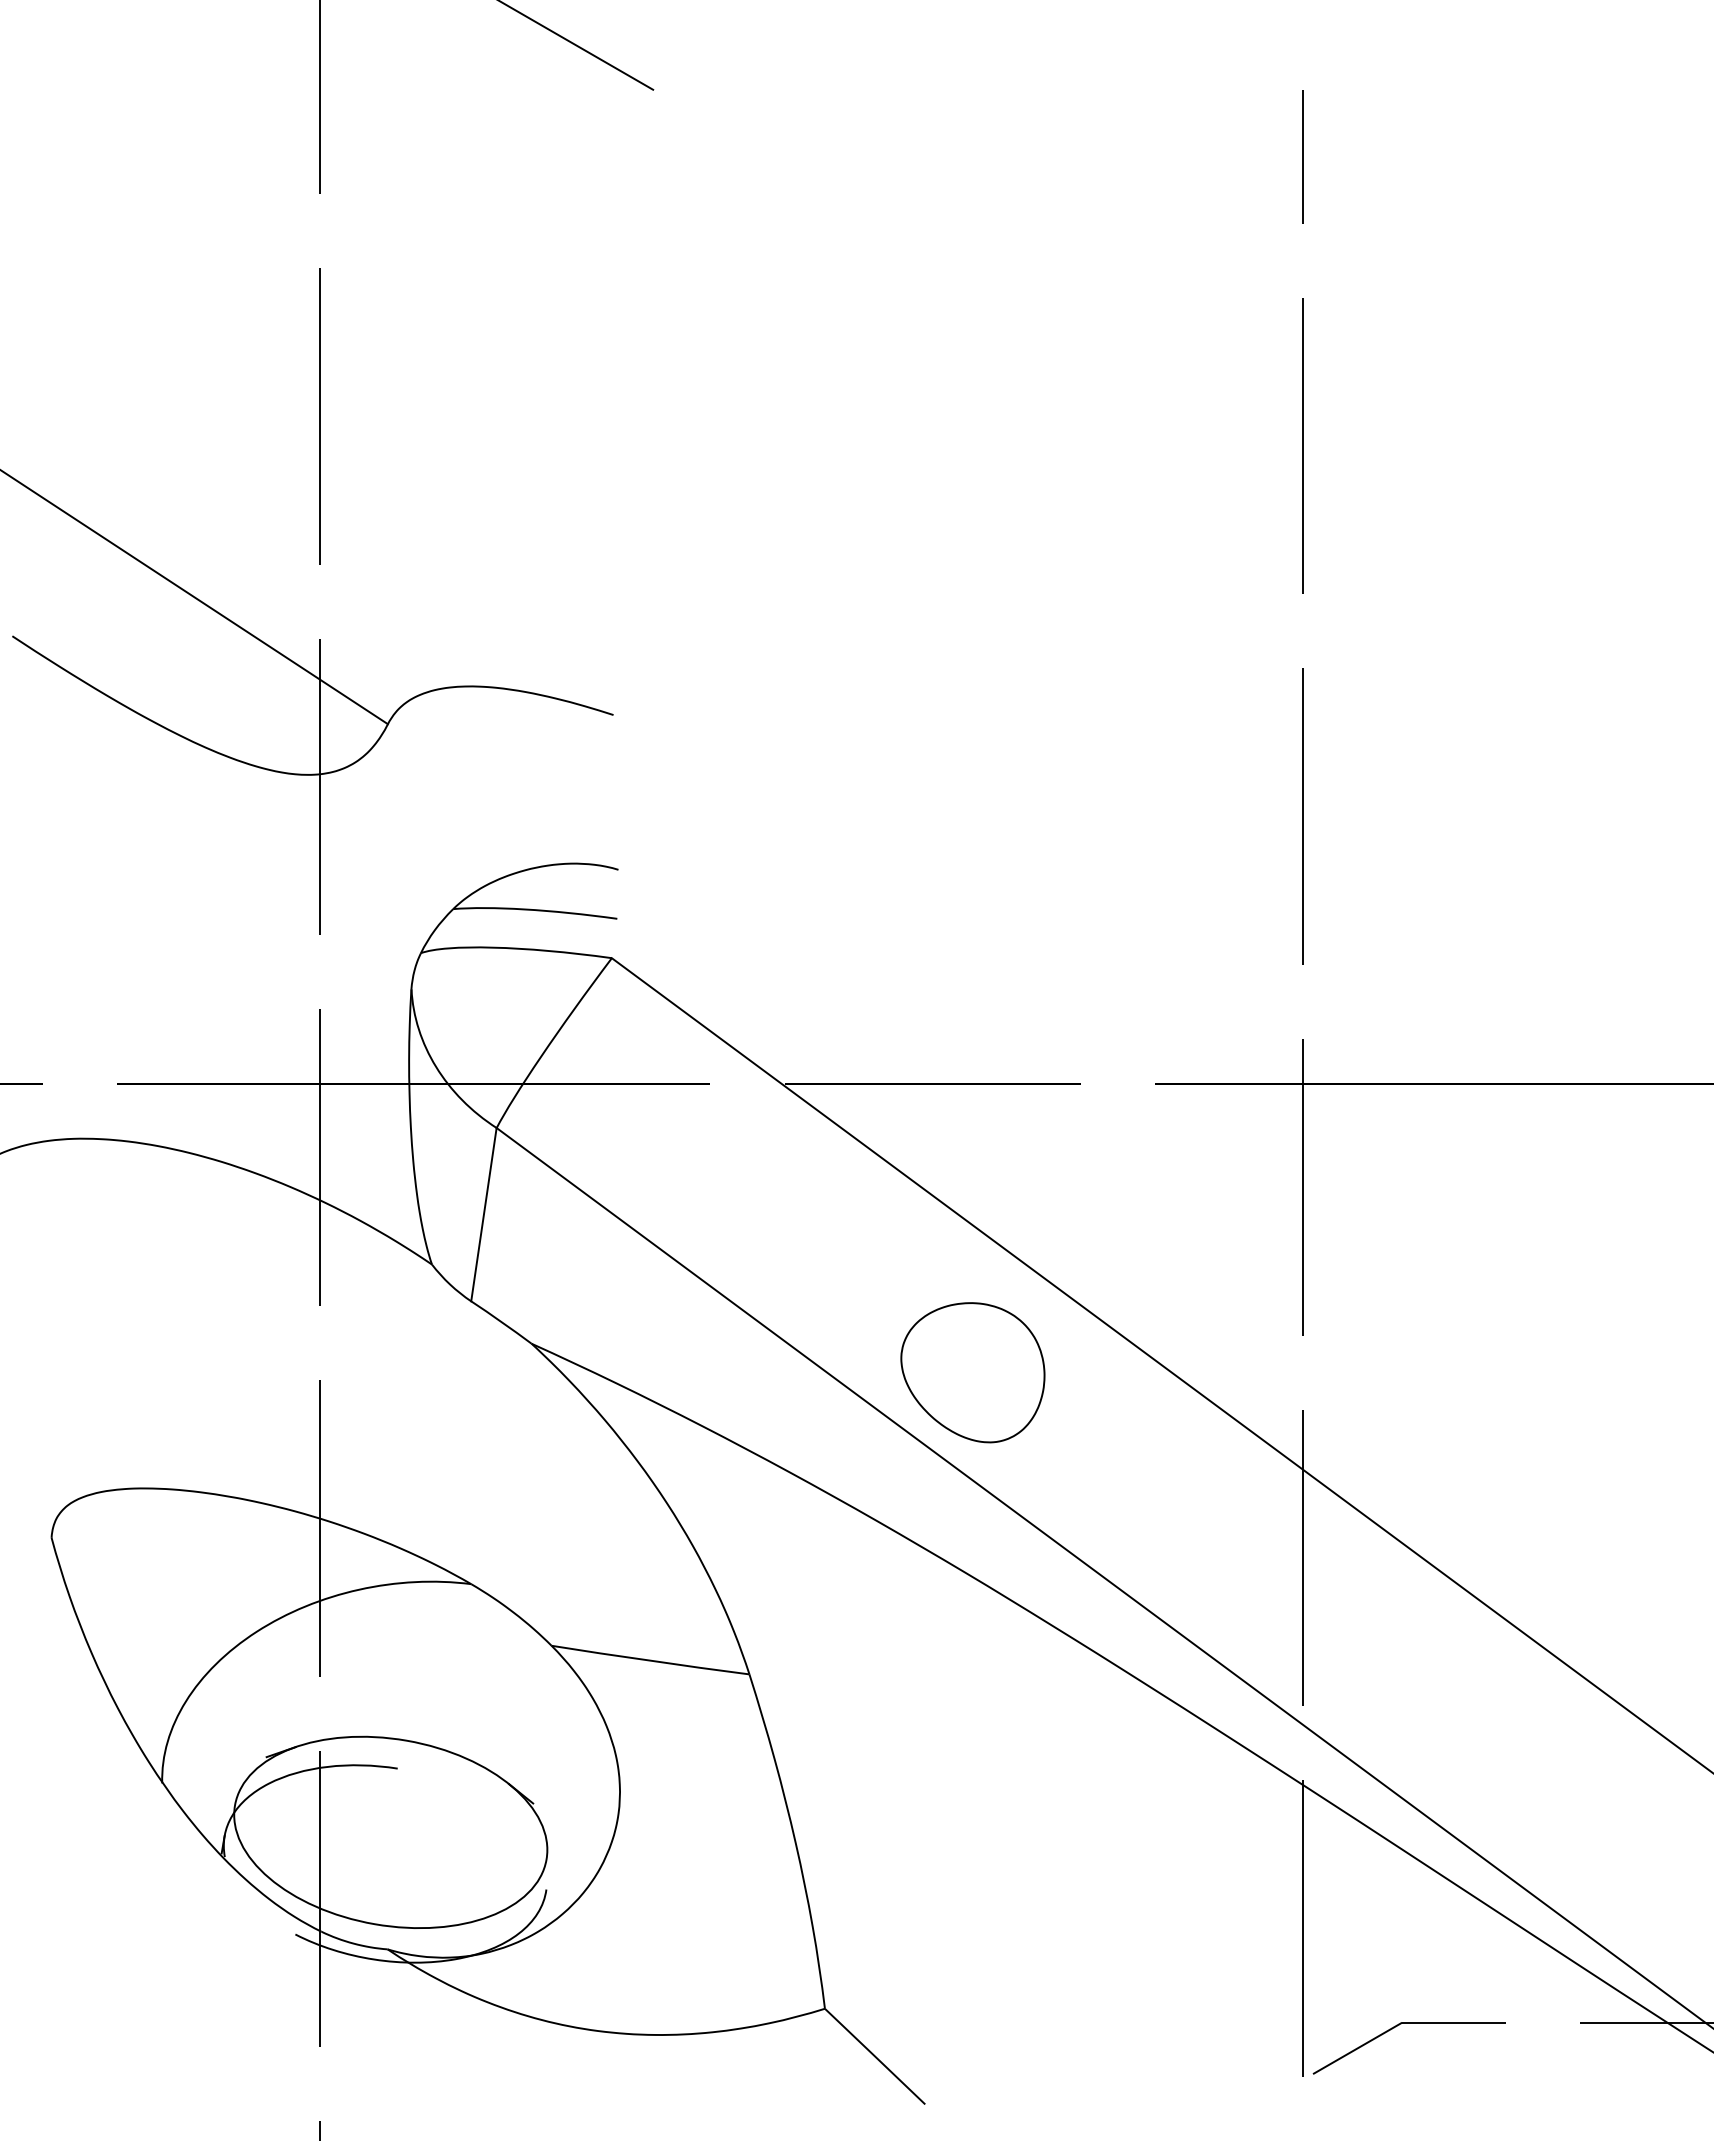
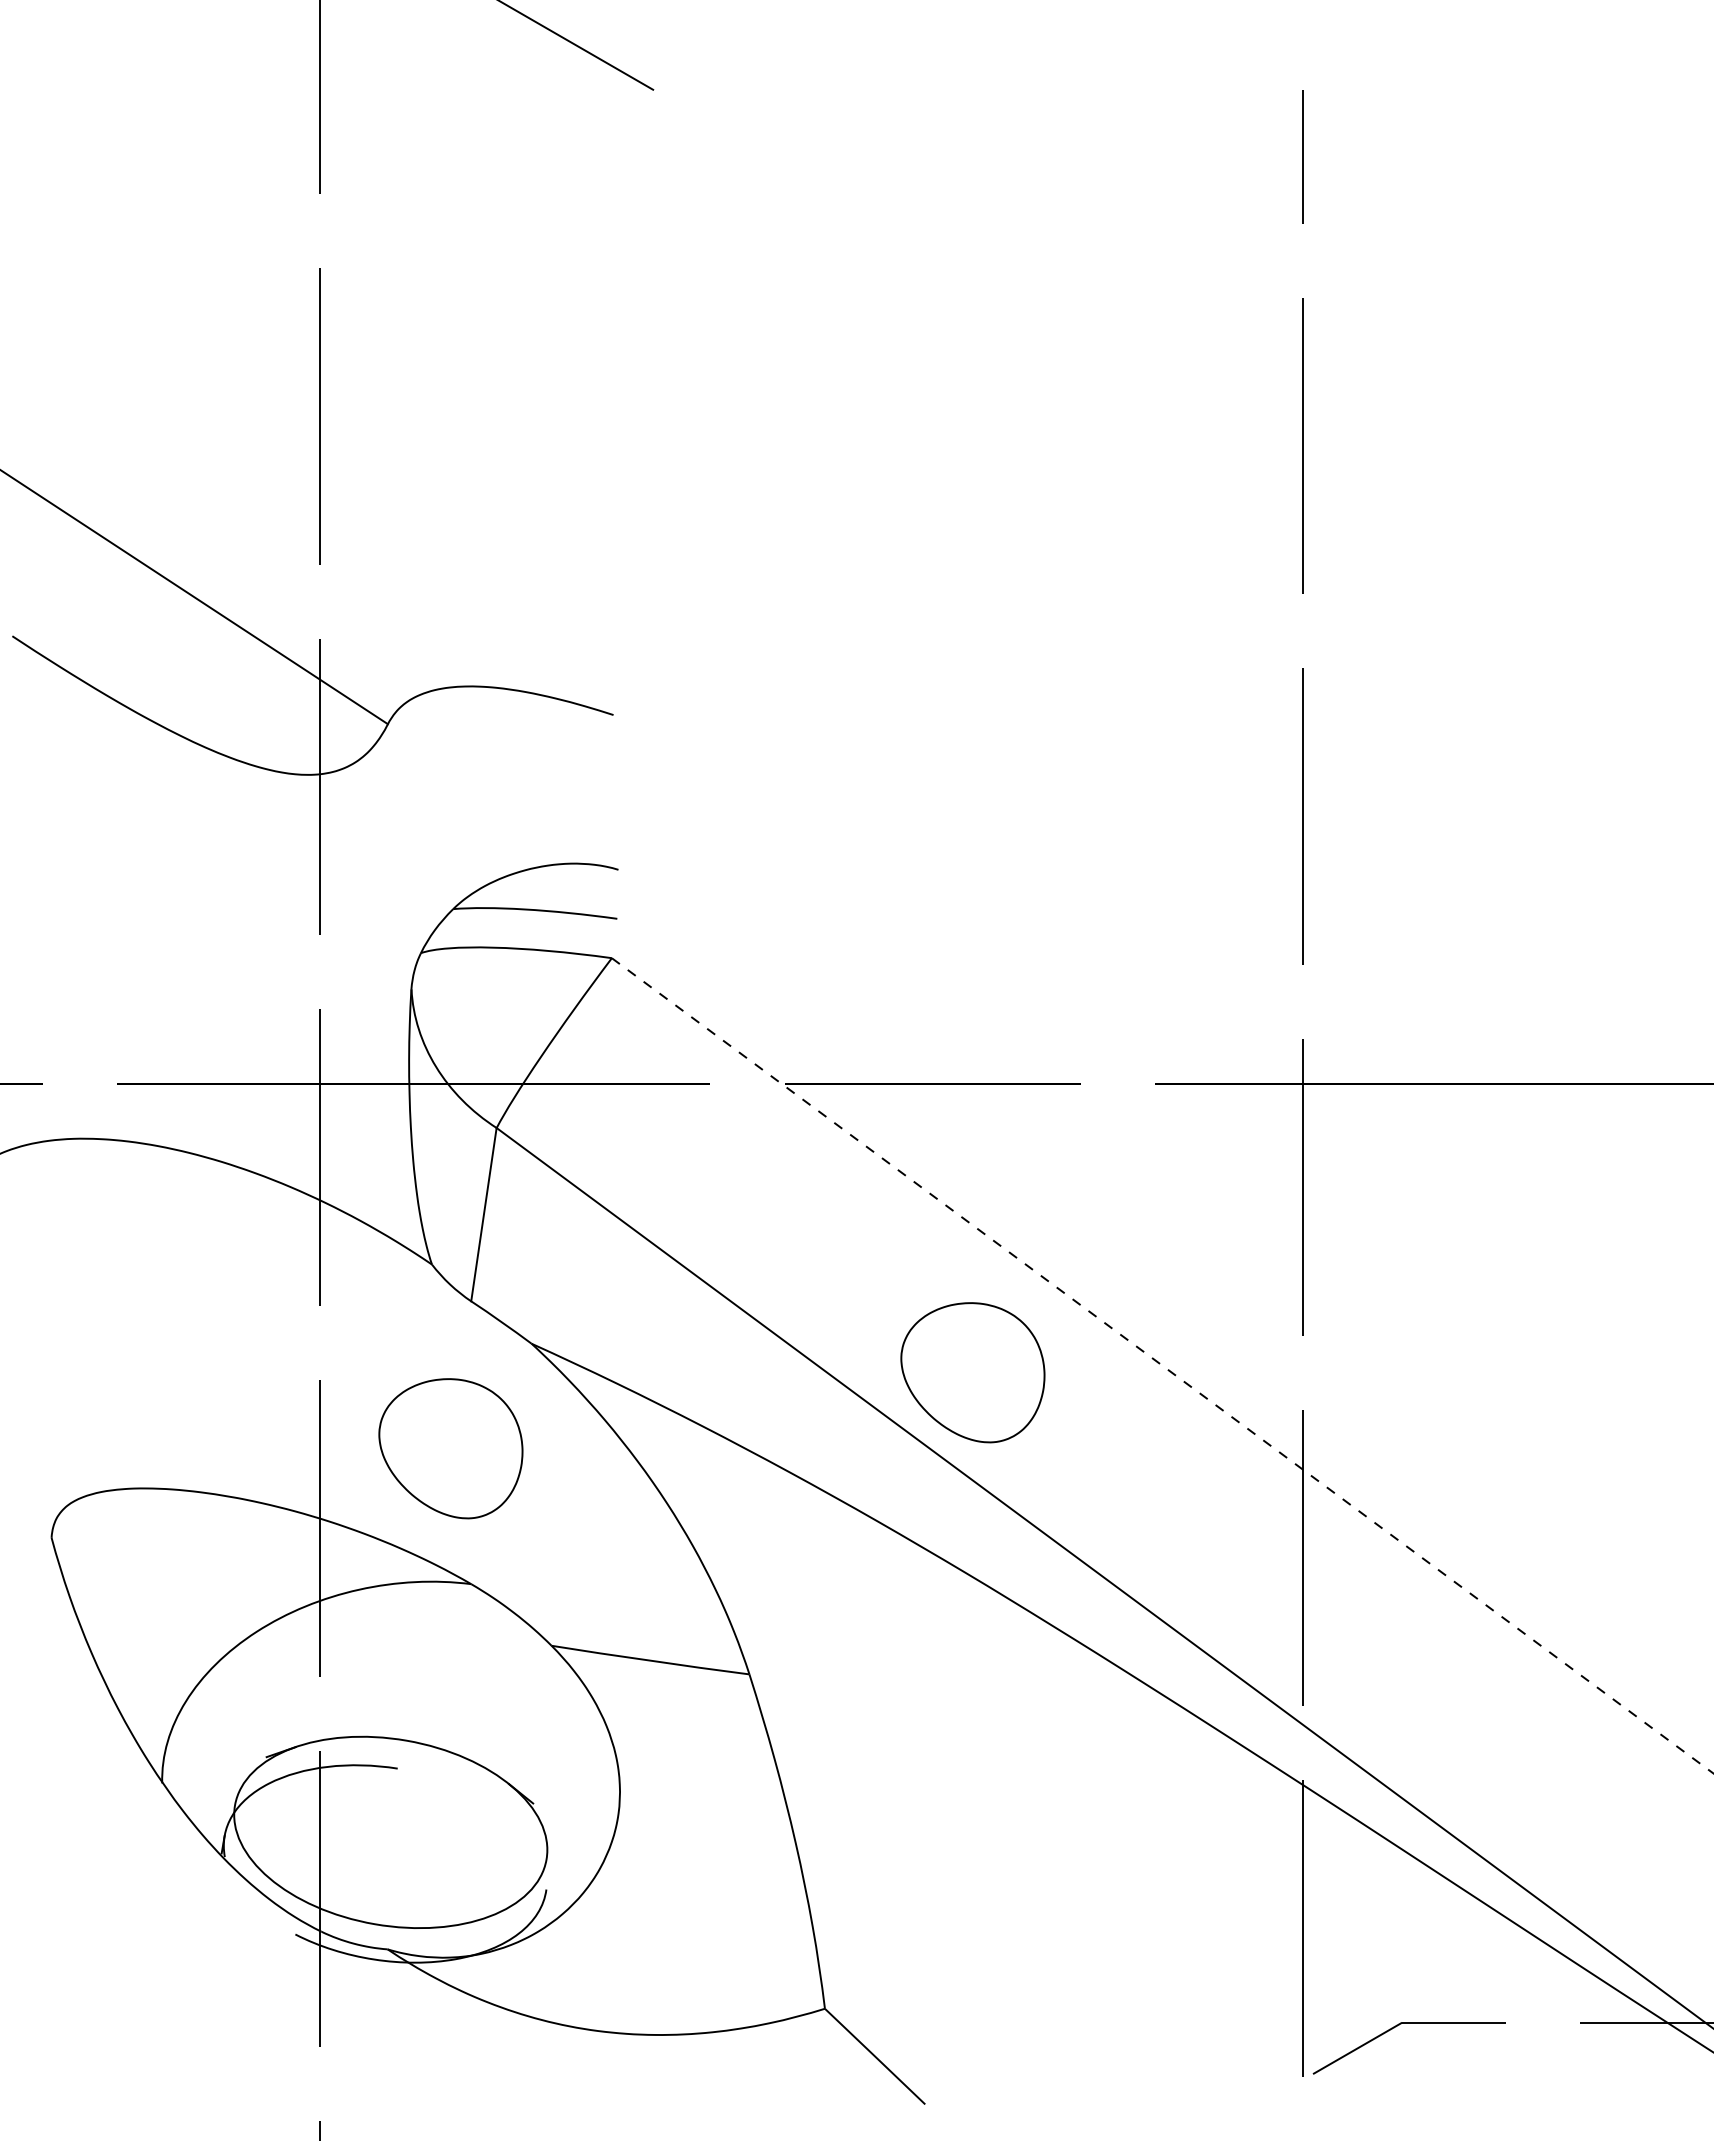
line at (1163, 1366): solid -> dashed
part at (450, 1448): none -> present
